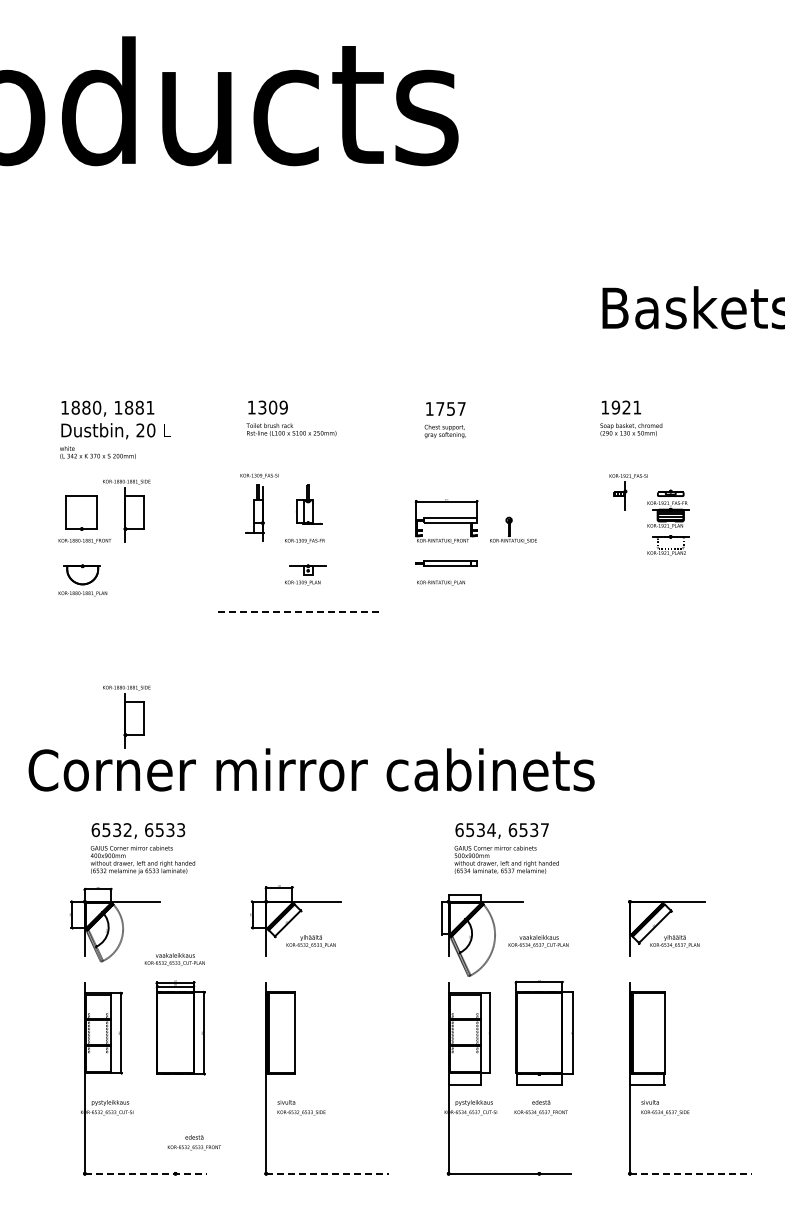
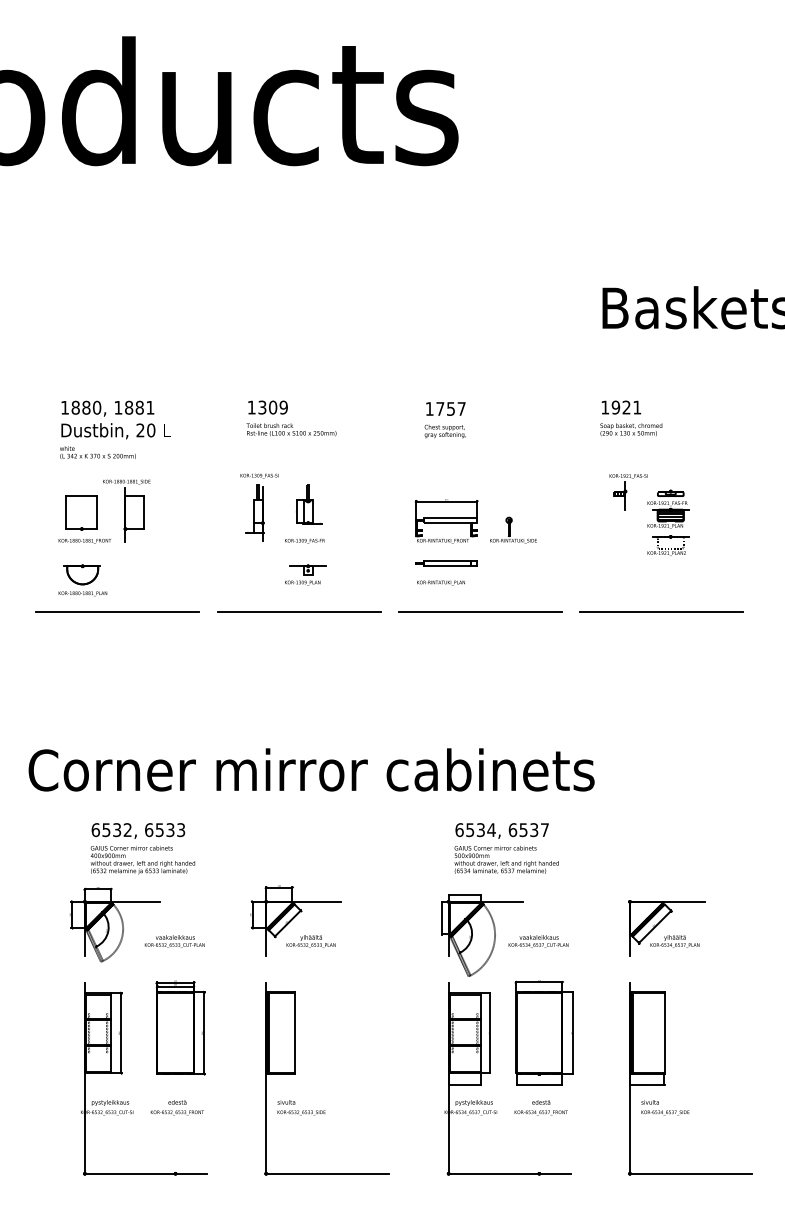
line at (117, 612): none -> present
line at (299, 612): dashed -> solid
line at (480, 612): none -> present
line at (661, 612): none -> present
part at (126, 716): present -> none
text at (174, 959) position: (174, 959) -> (174, 941)
text at (193, 1142) position: (193, 1142) -> (176, 1107)
line at (146, 1173): dashed -> solid
line at (327, 1173): dashed -> solid
line at (691, 1173): dashed -> solid
